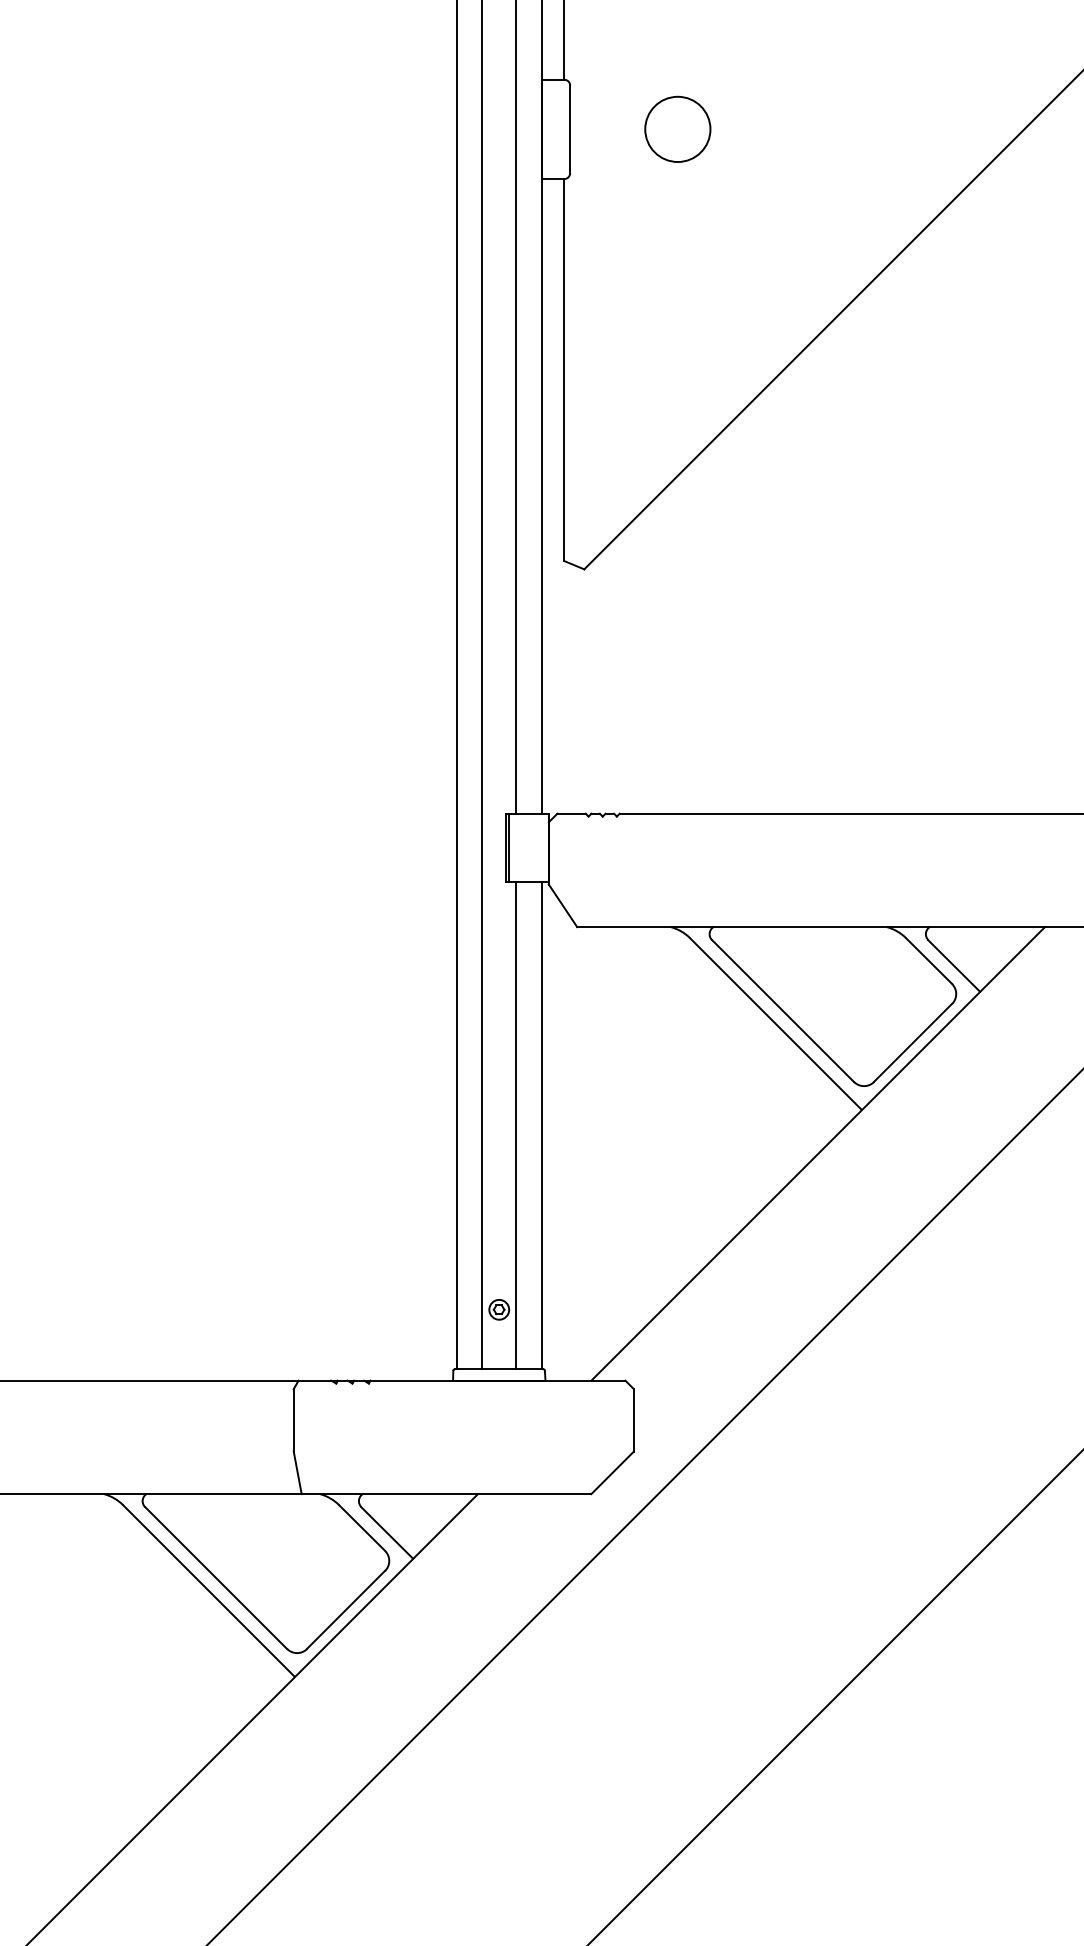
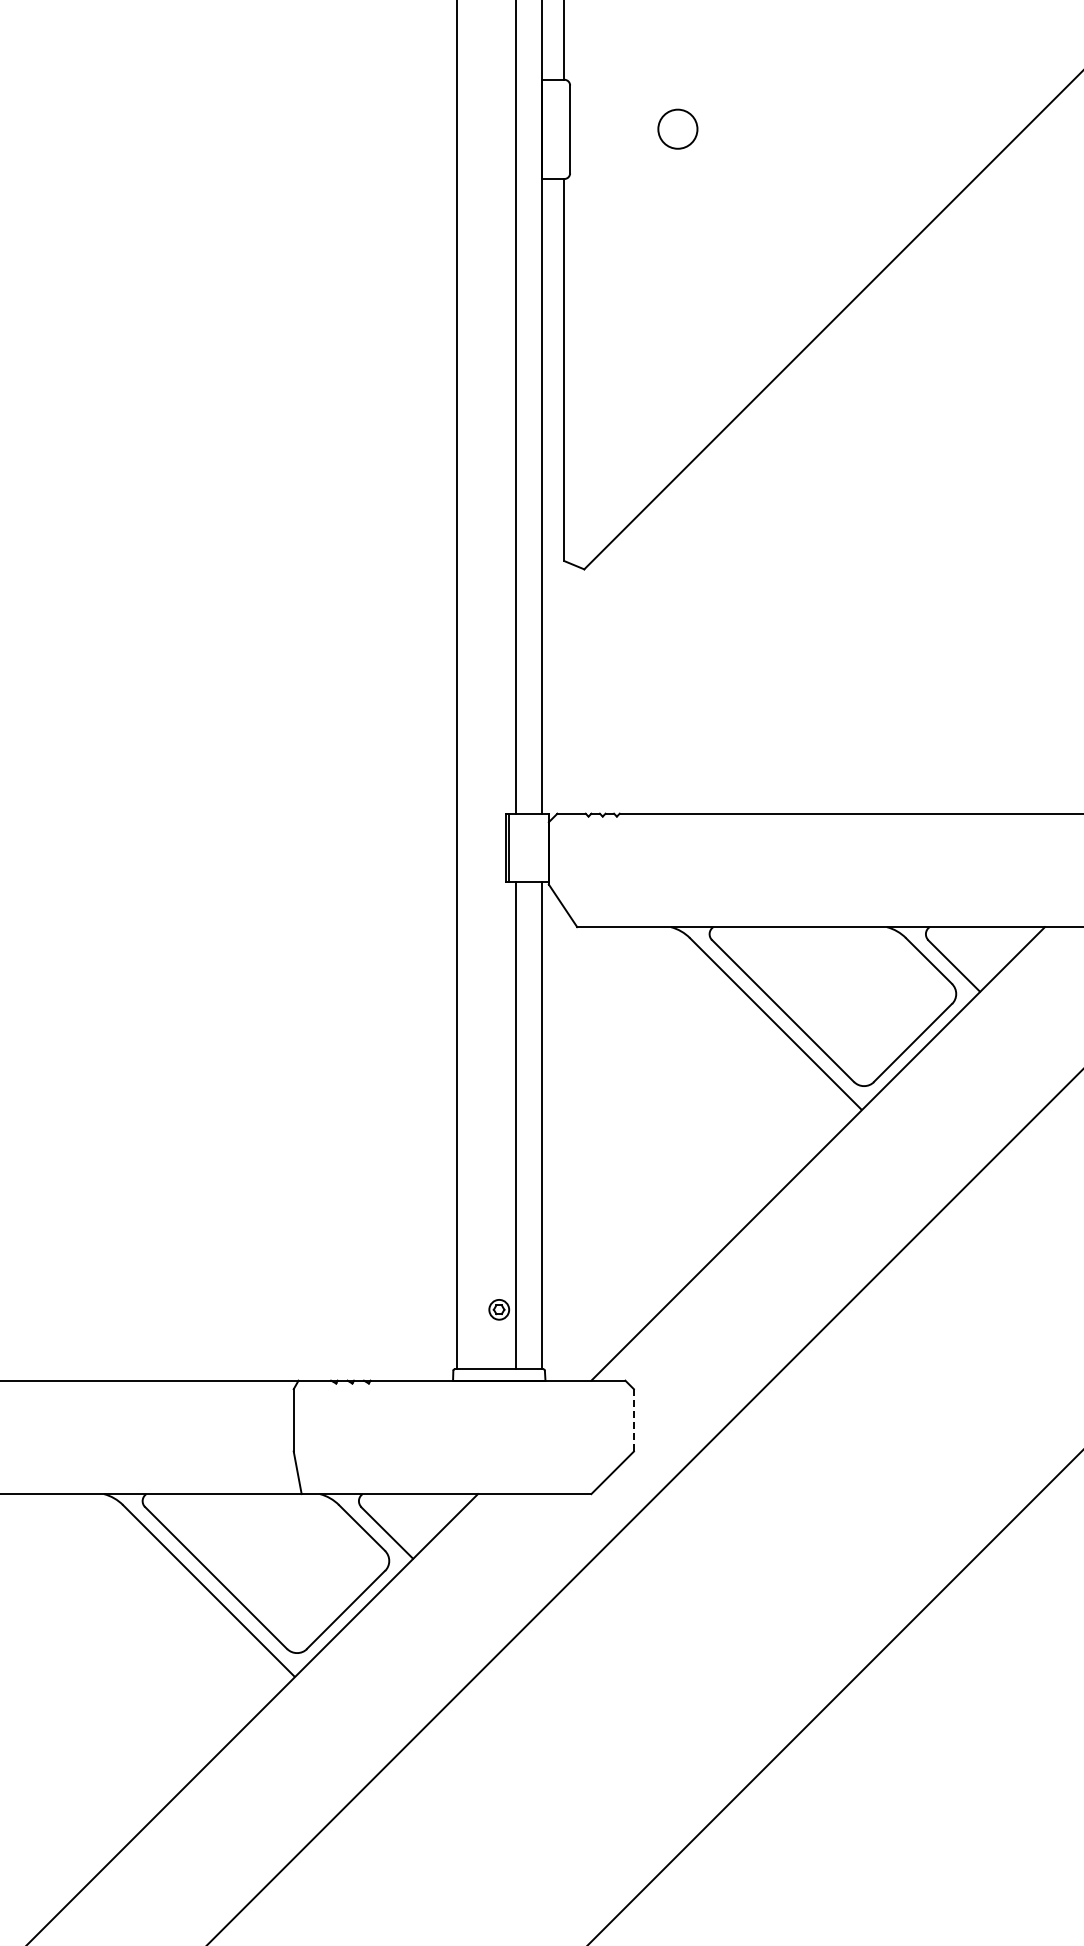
circle at (677, 128) size: 68x68 px -> 42x42 px
line at (482, 685): present -> none
line at (633, 1420): solid -> dashed
